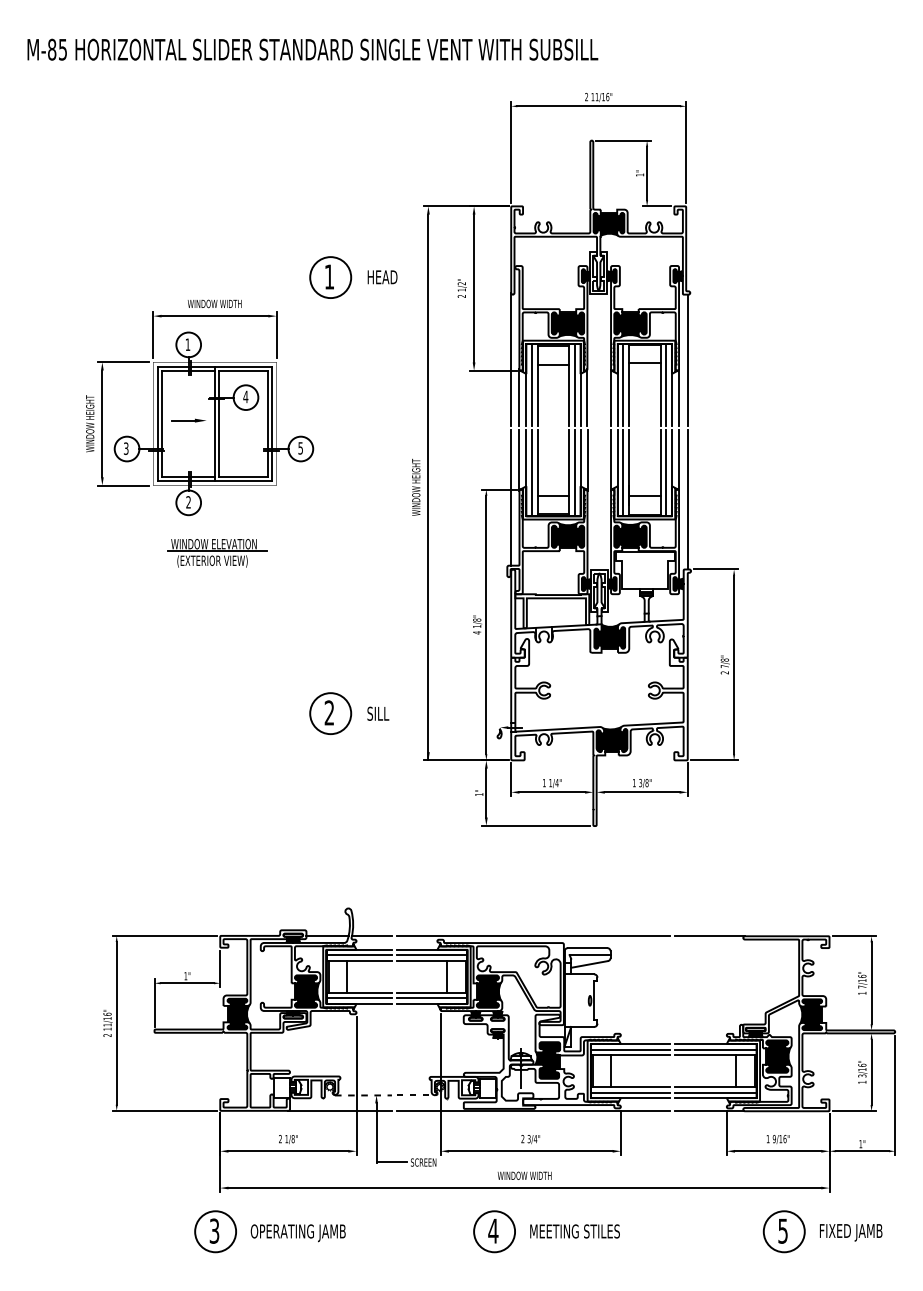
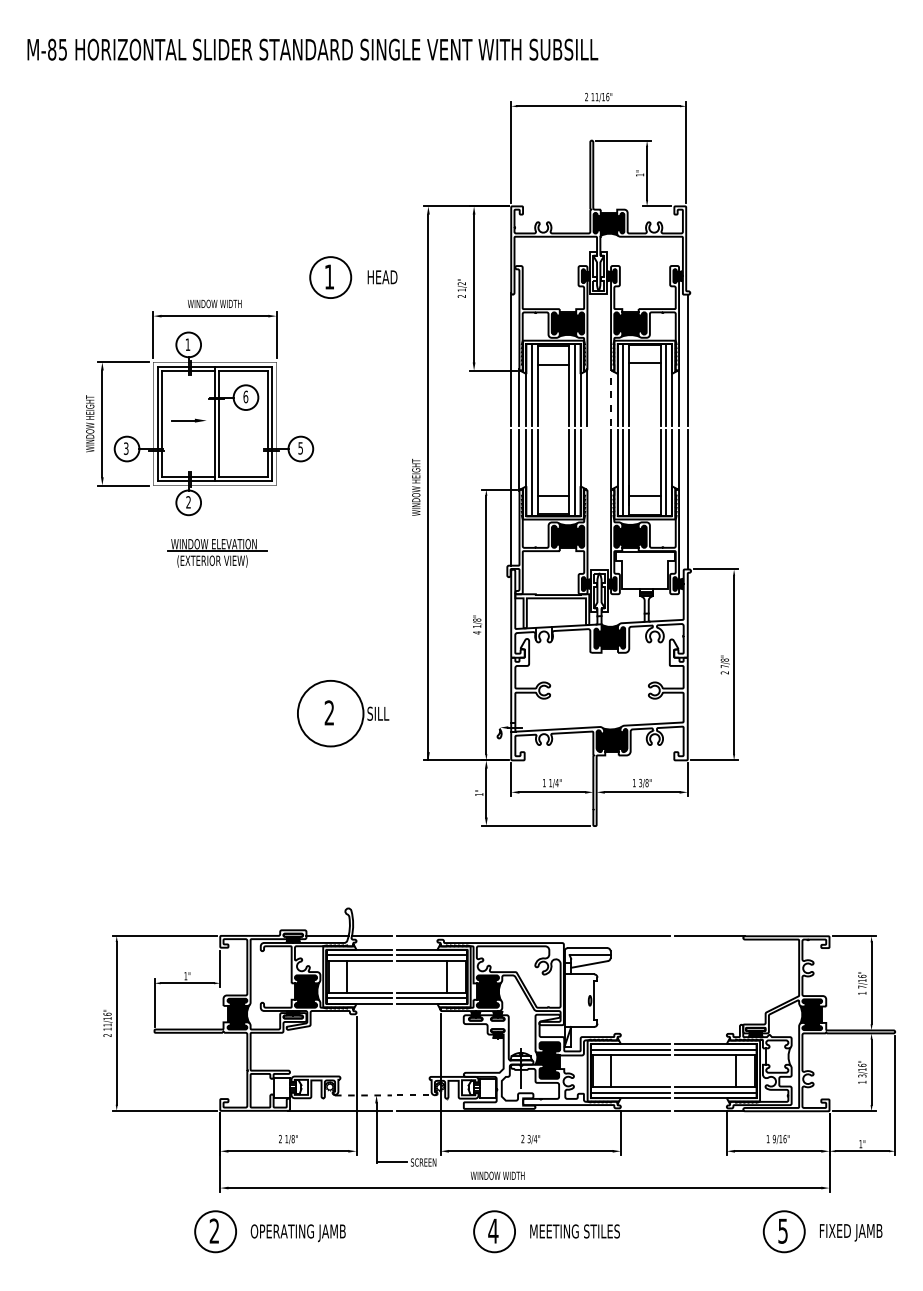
text at (245, 396): 4 -> 6
line at (611, 397): solid -> dashed
line at (587, 460): present -> none
circle at (330, 713) diameter: 41 px -> 66 px
fill at (778, 1056): present -> none
text at (524, 1175) position: (524, 1175) -> (497, 1175)
text at (214, 1230): 3 -> 2
